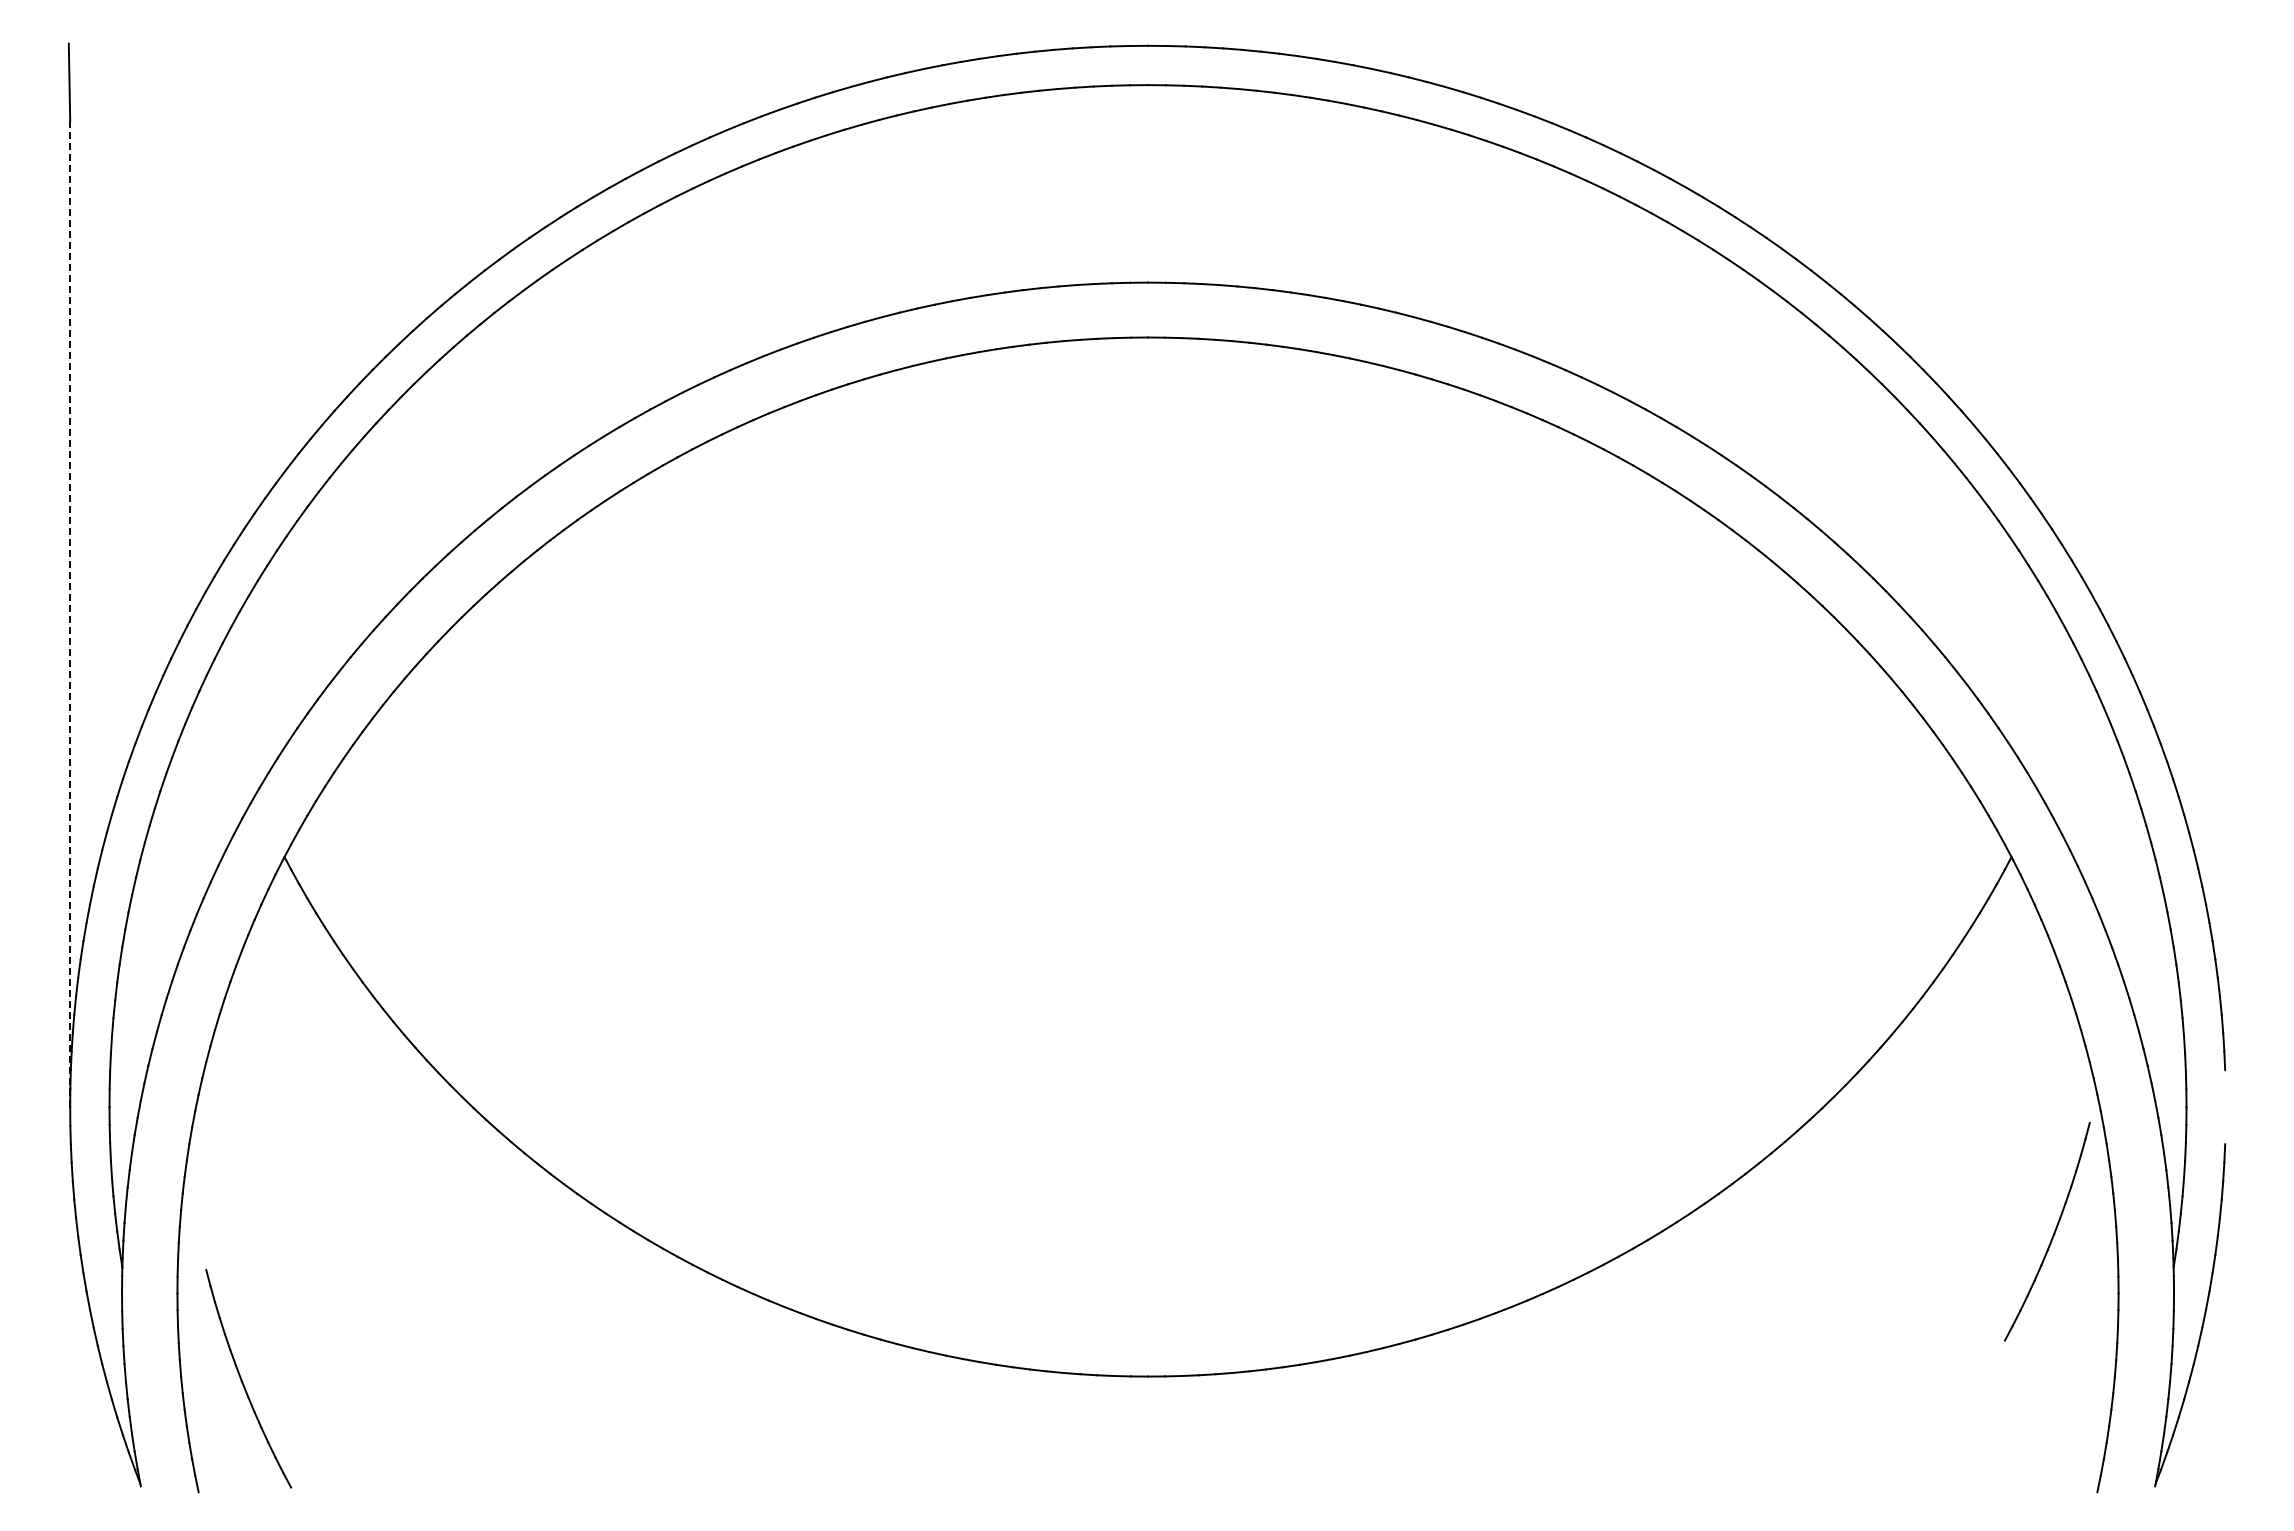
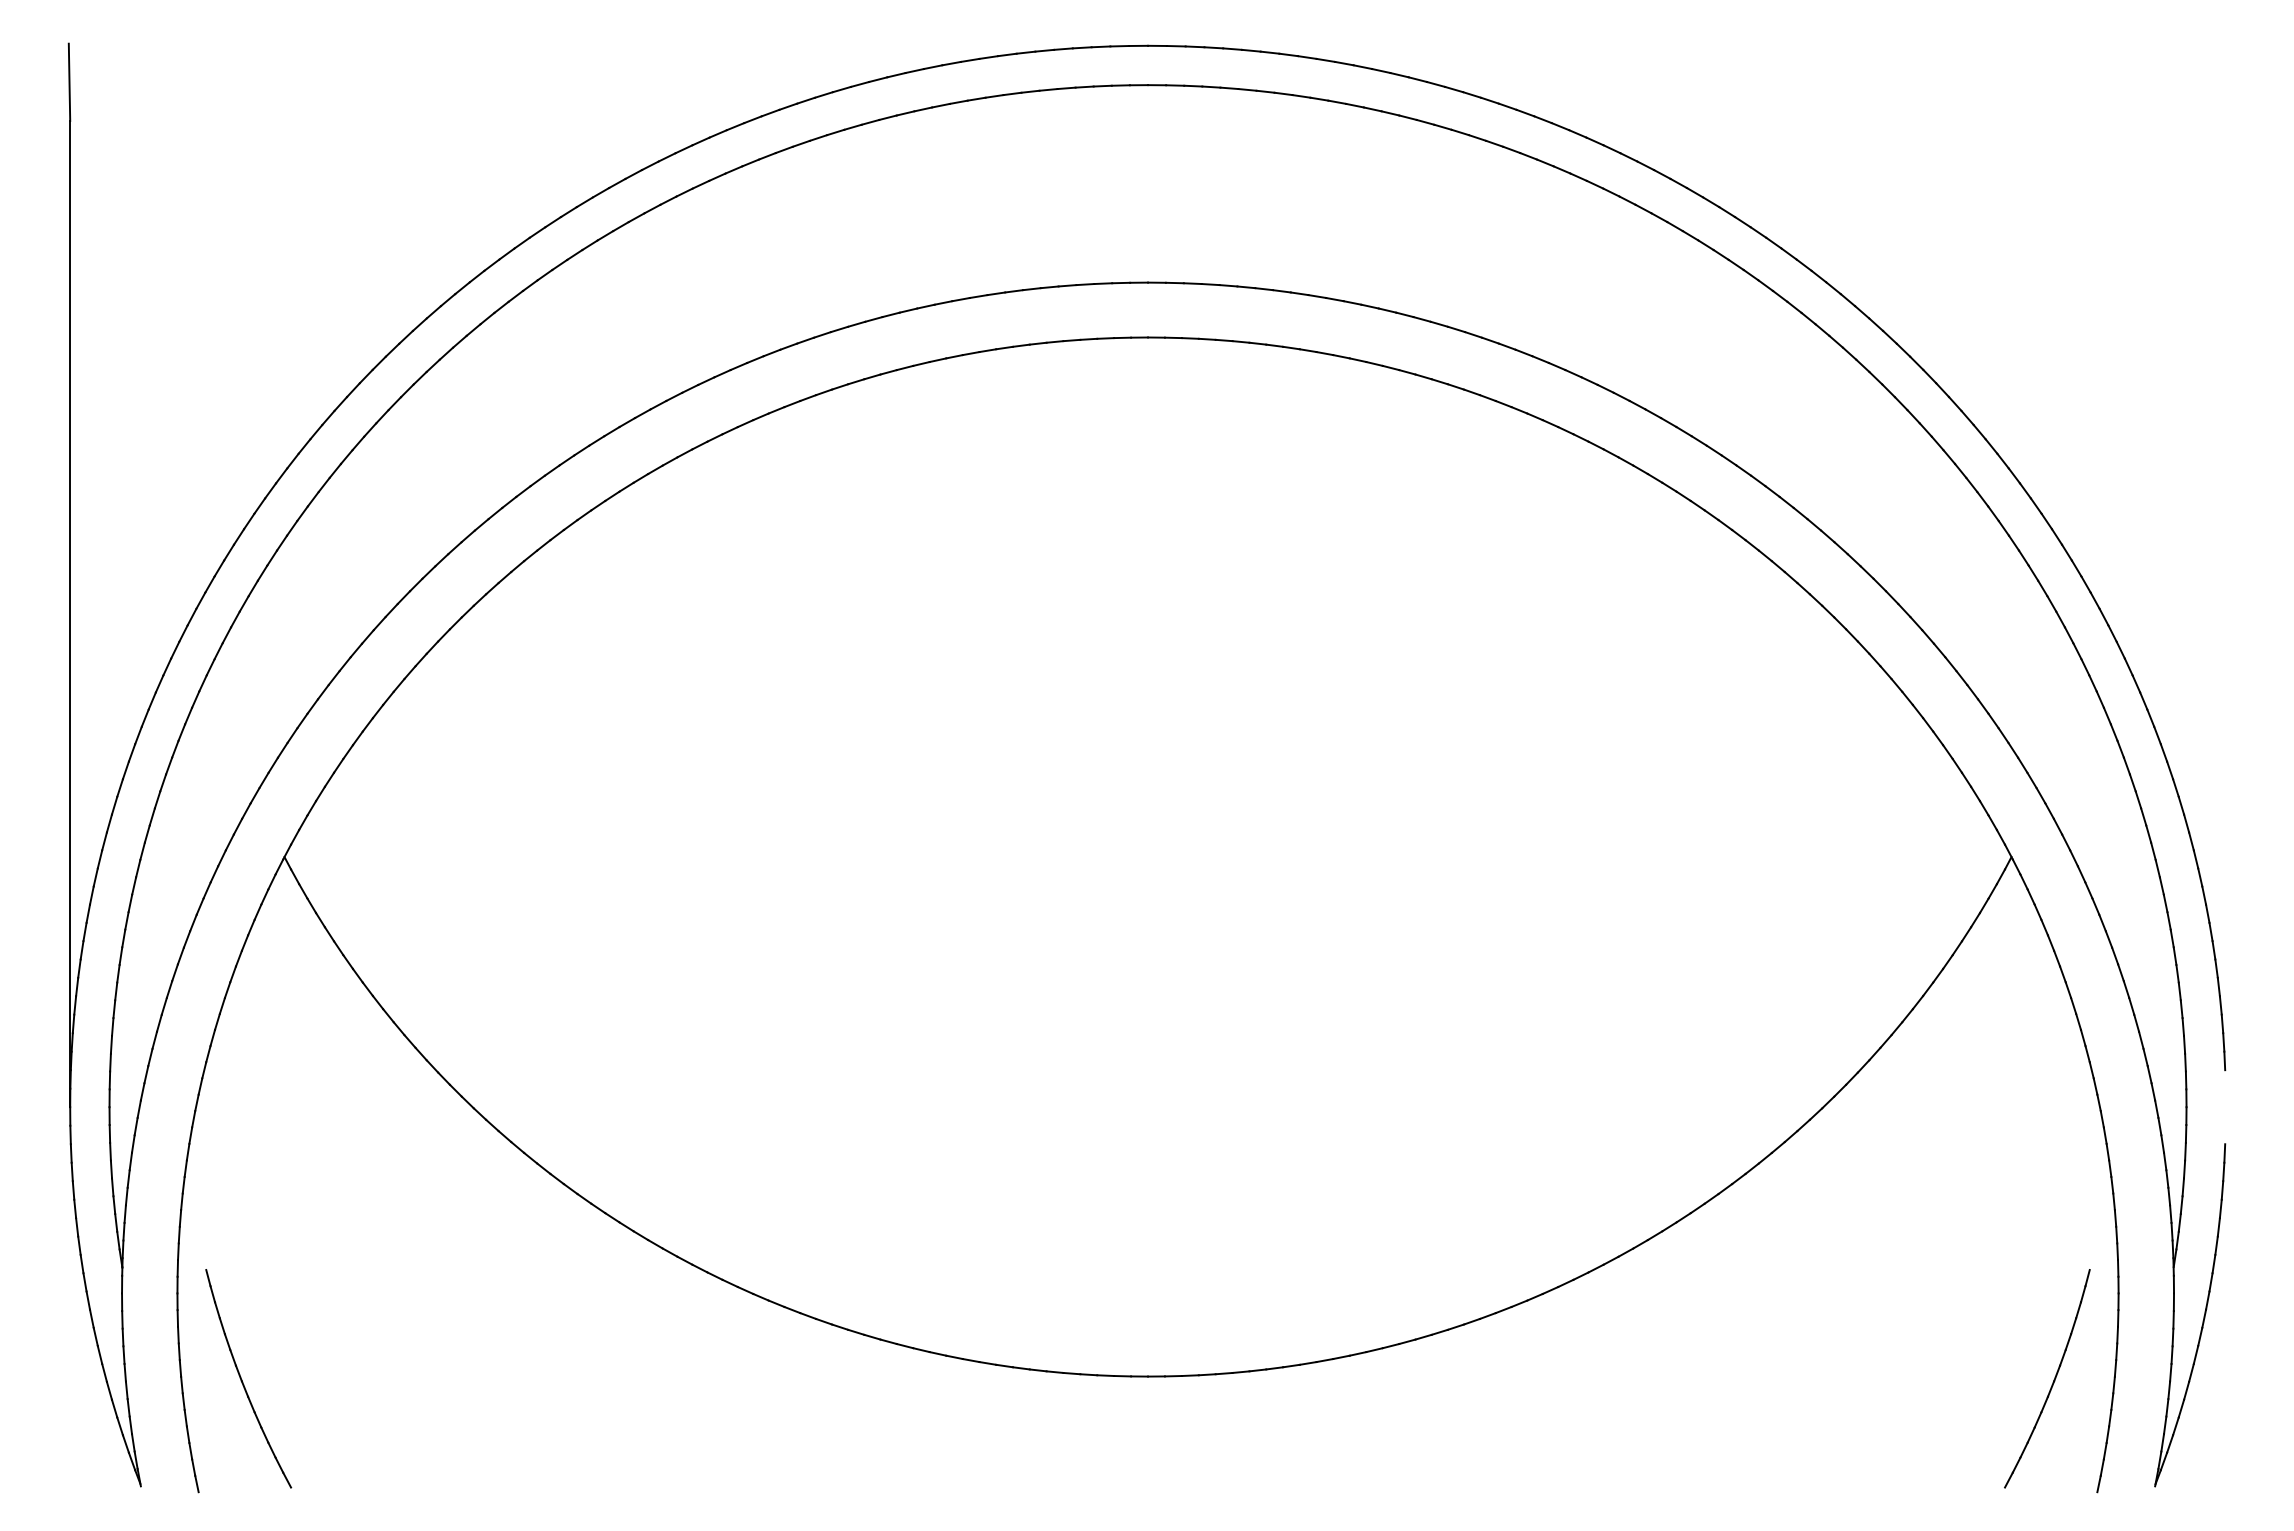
line at (70, 614): dashed -> solid
part at (2053, 1232) position: (2053, 1232) -> (2053, 1379)
